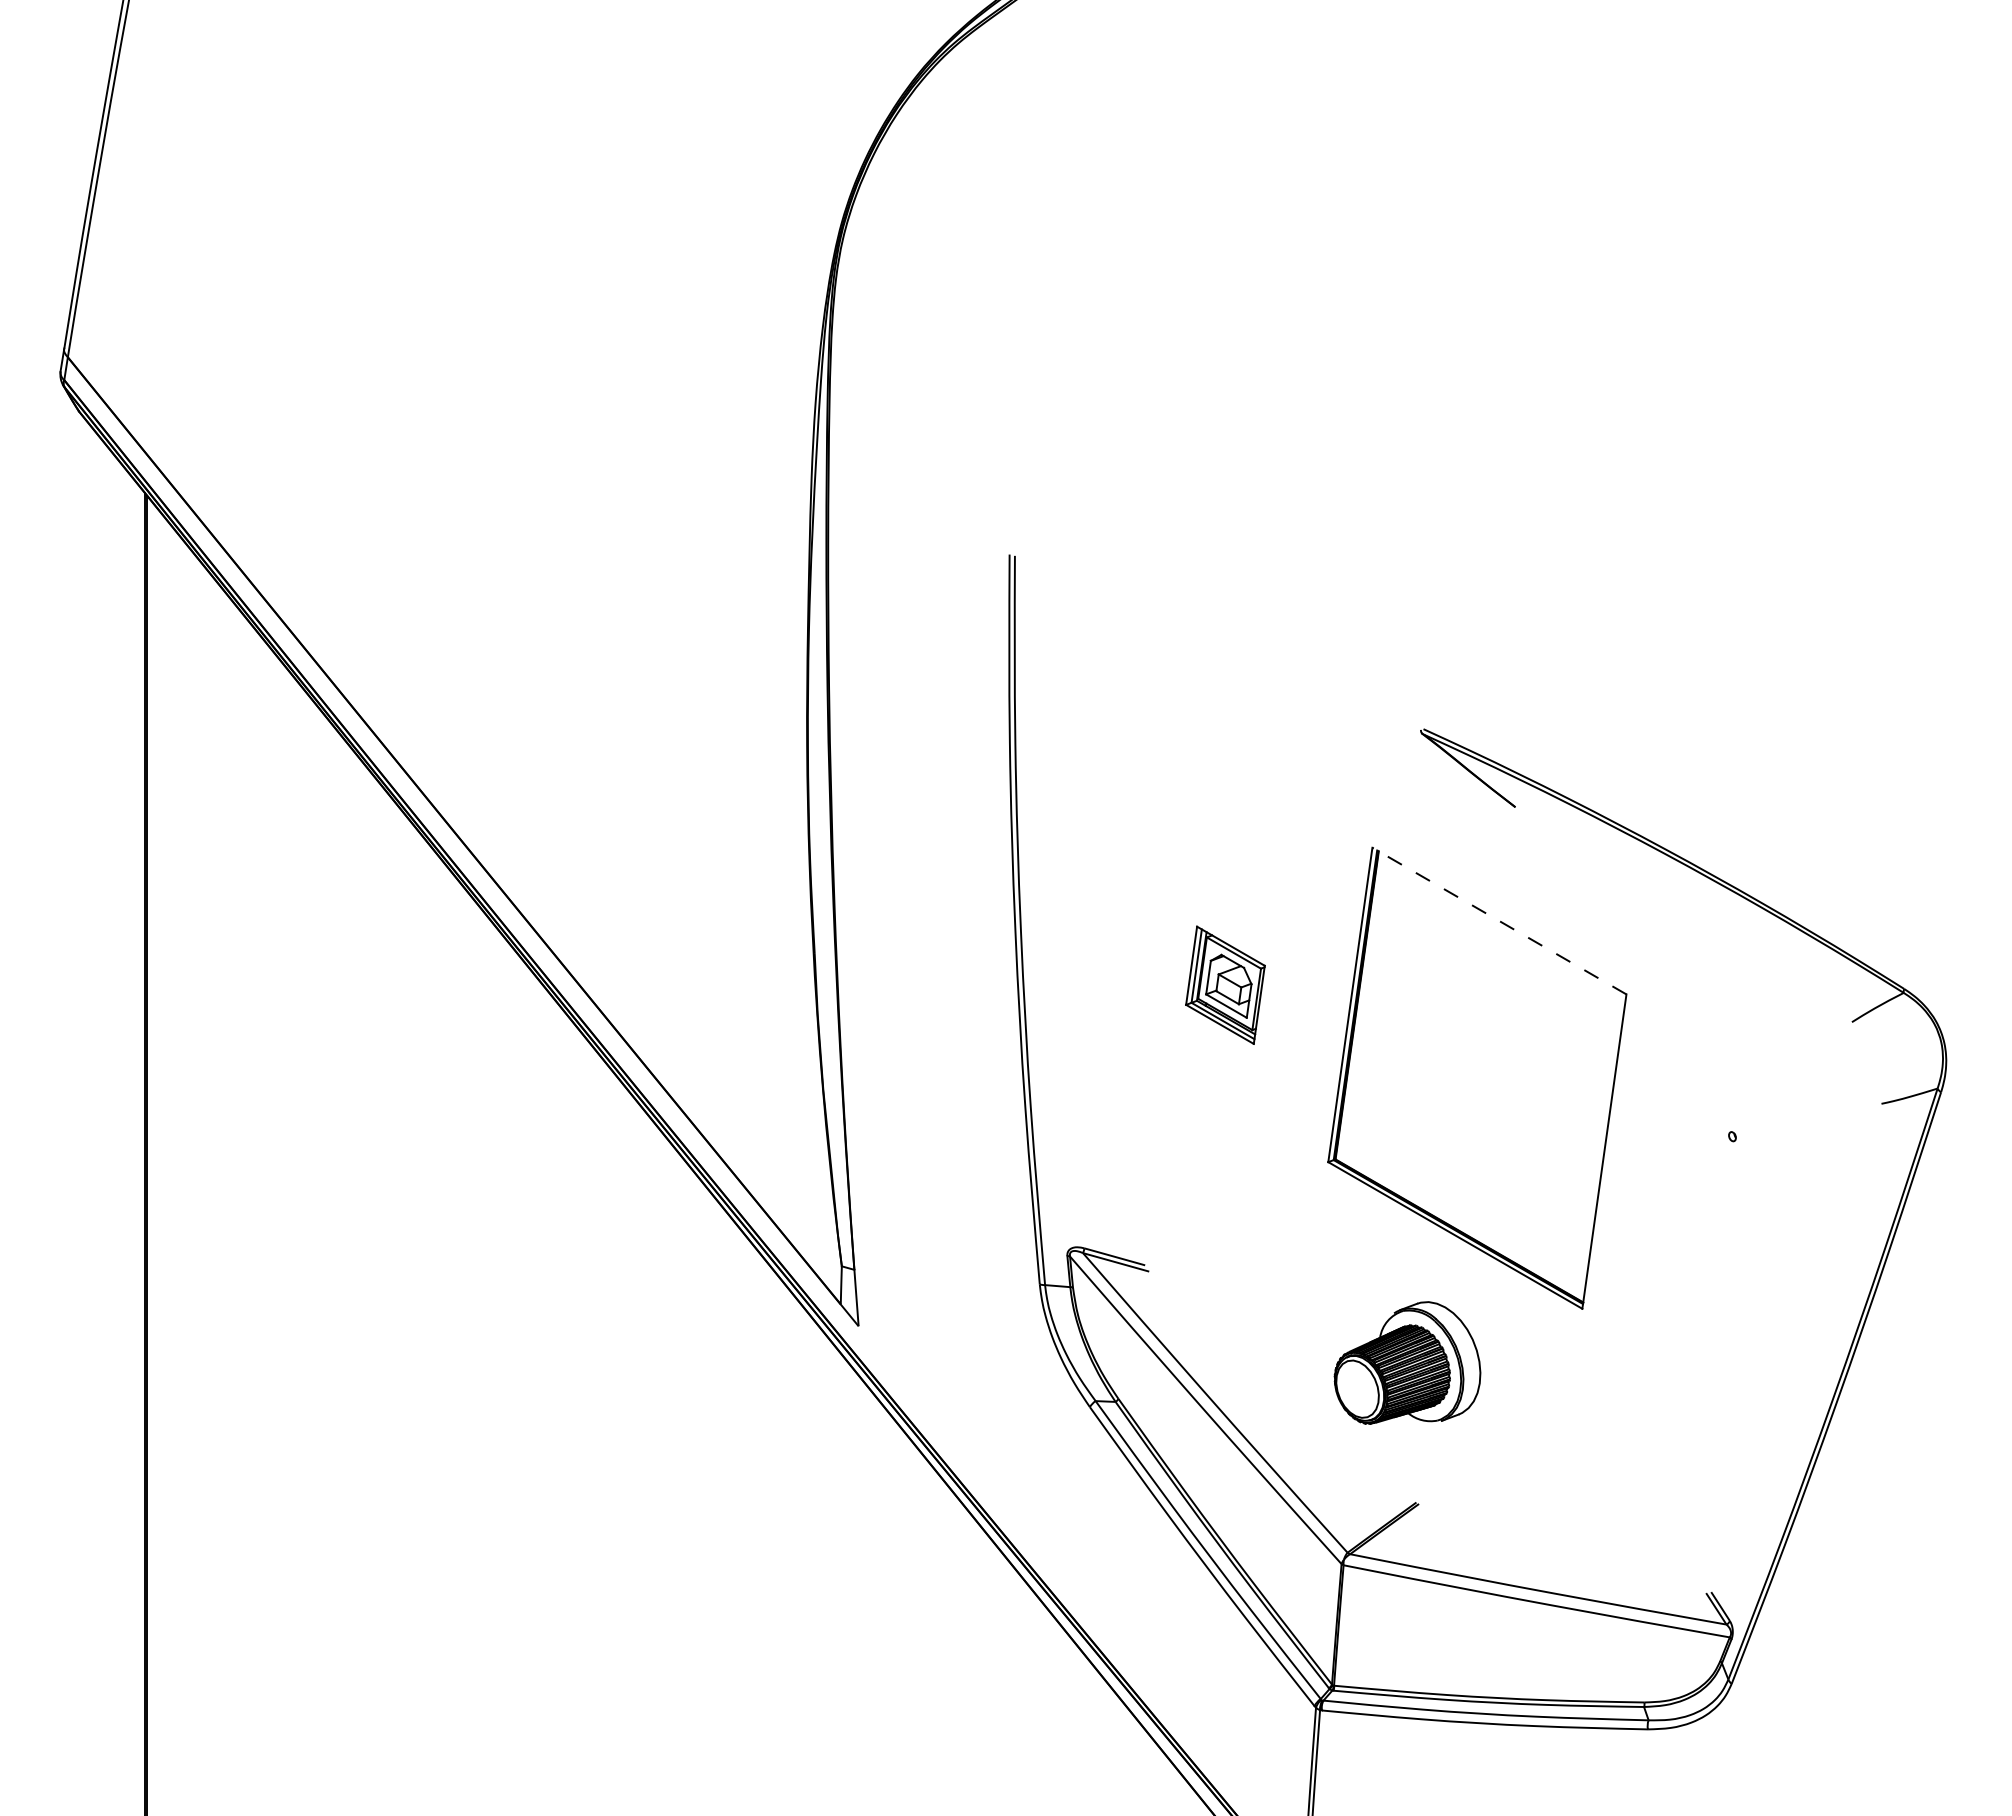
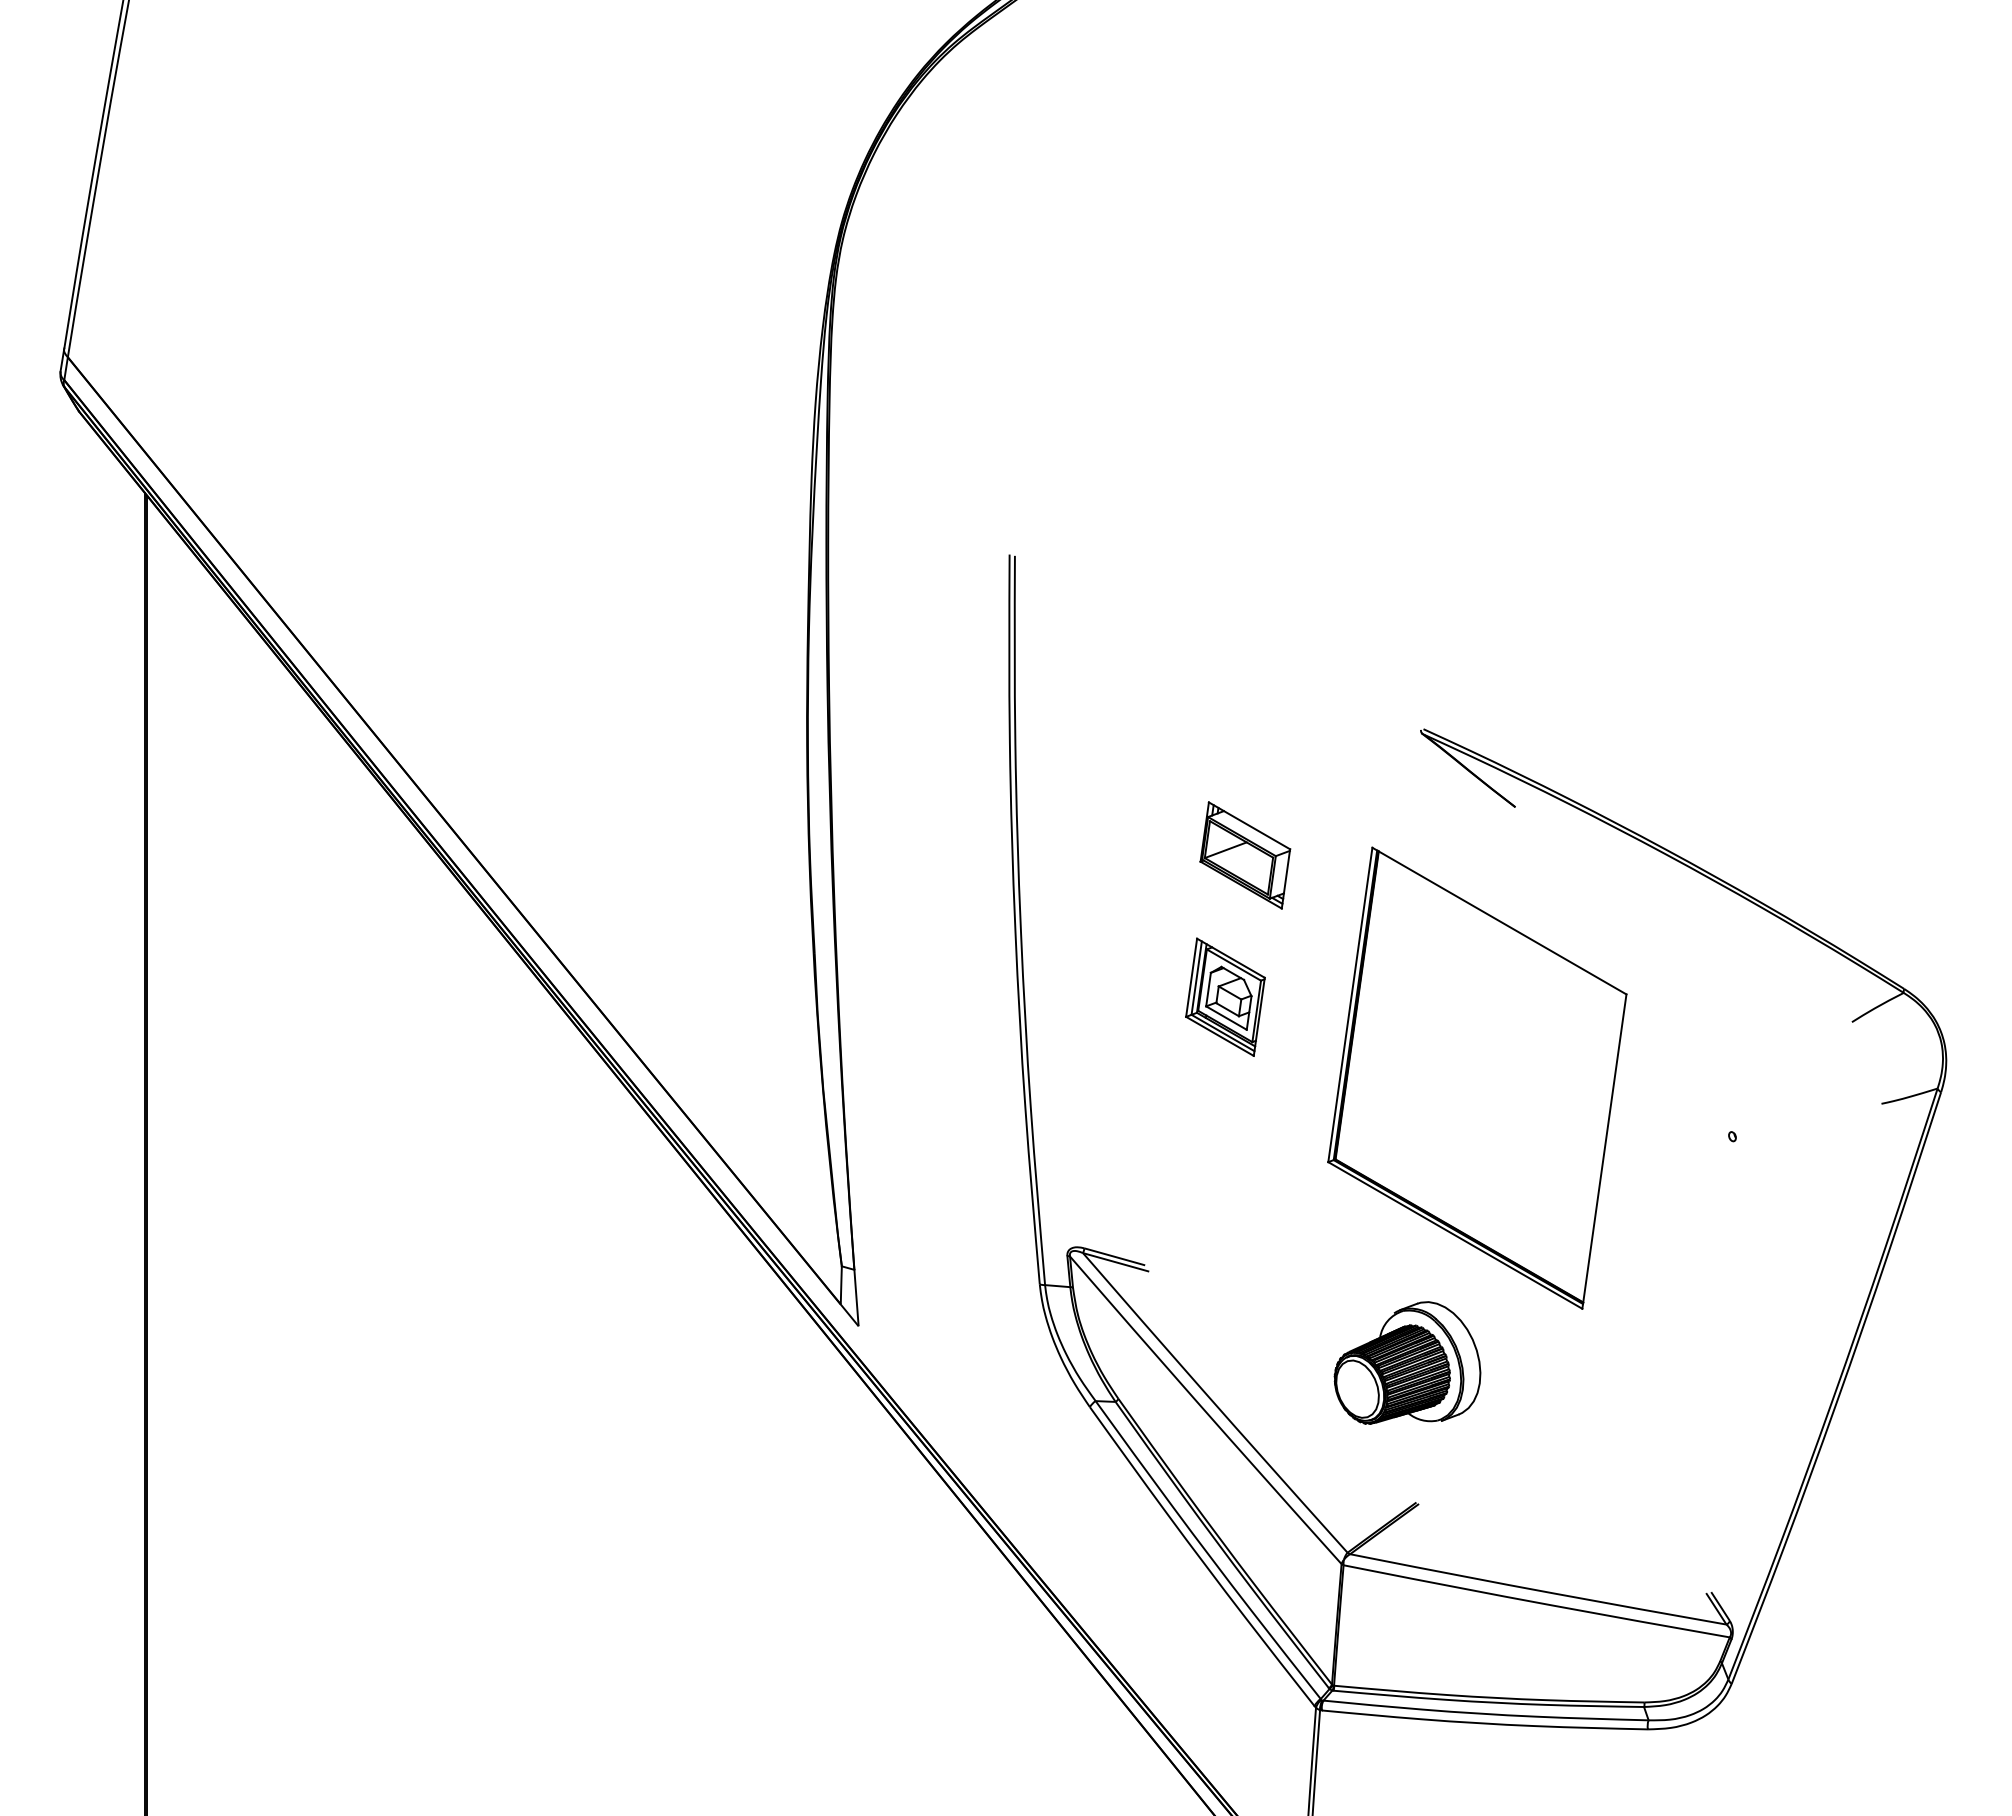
part at (1245, 855): none -> present
line at (1499, 921): dashed -> solid
part at (1225, 984) position: (1225, 984) -> (1225, 996)
